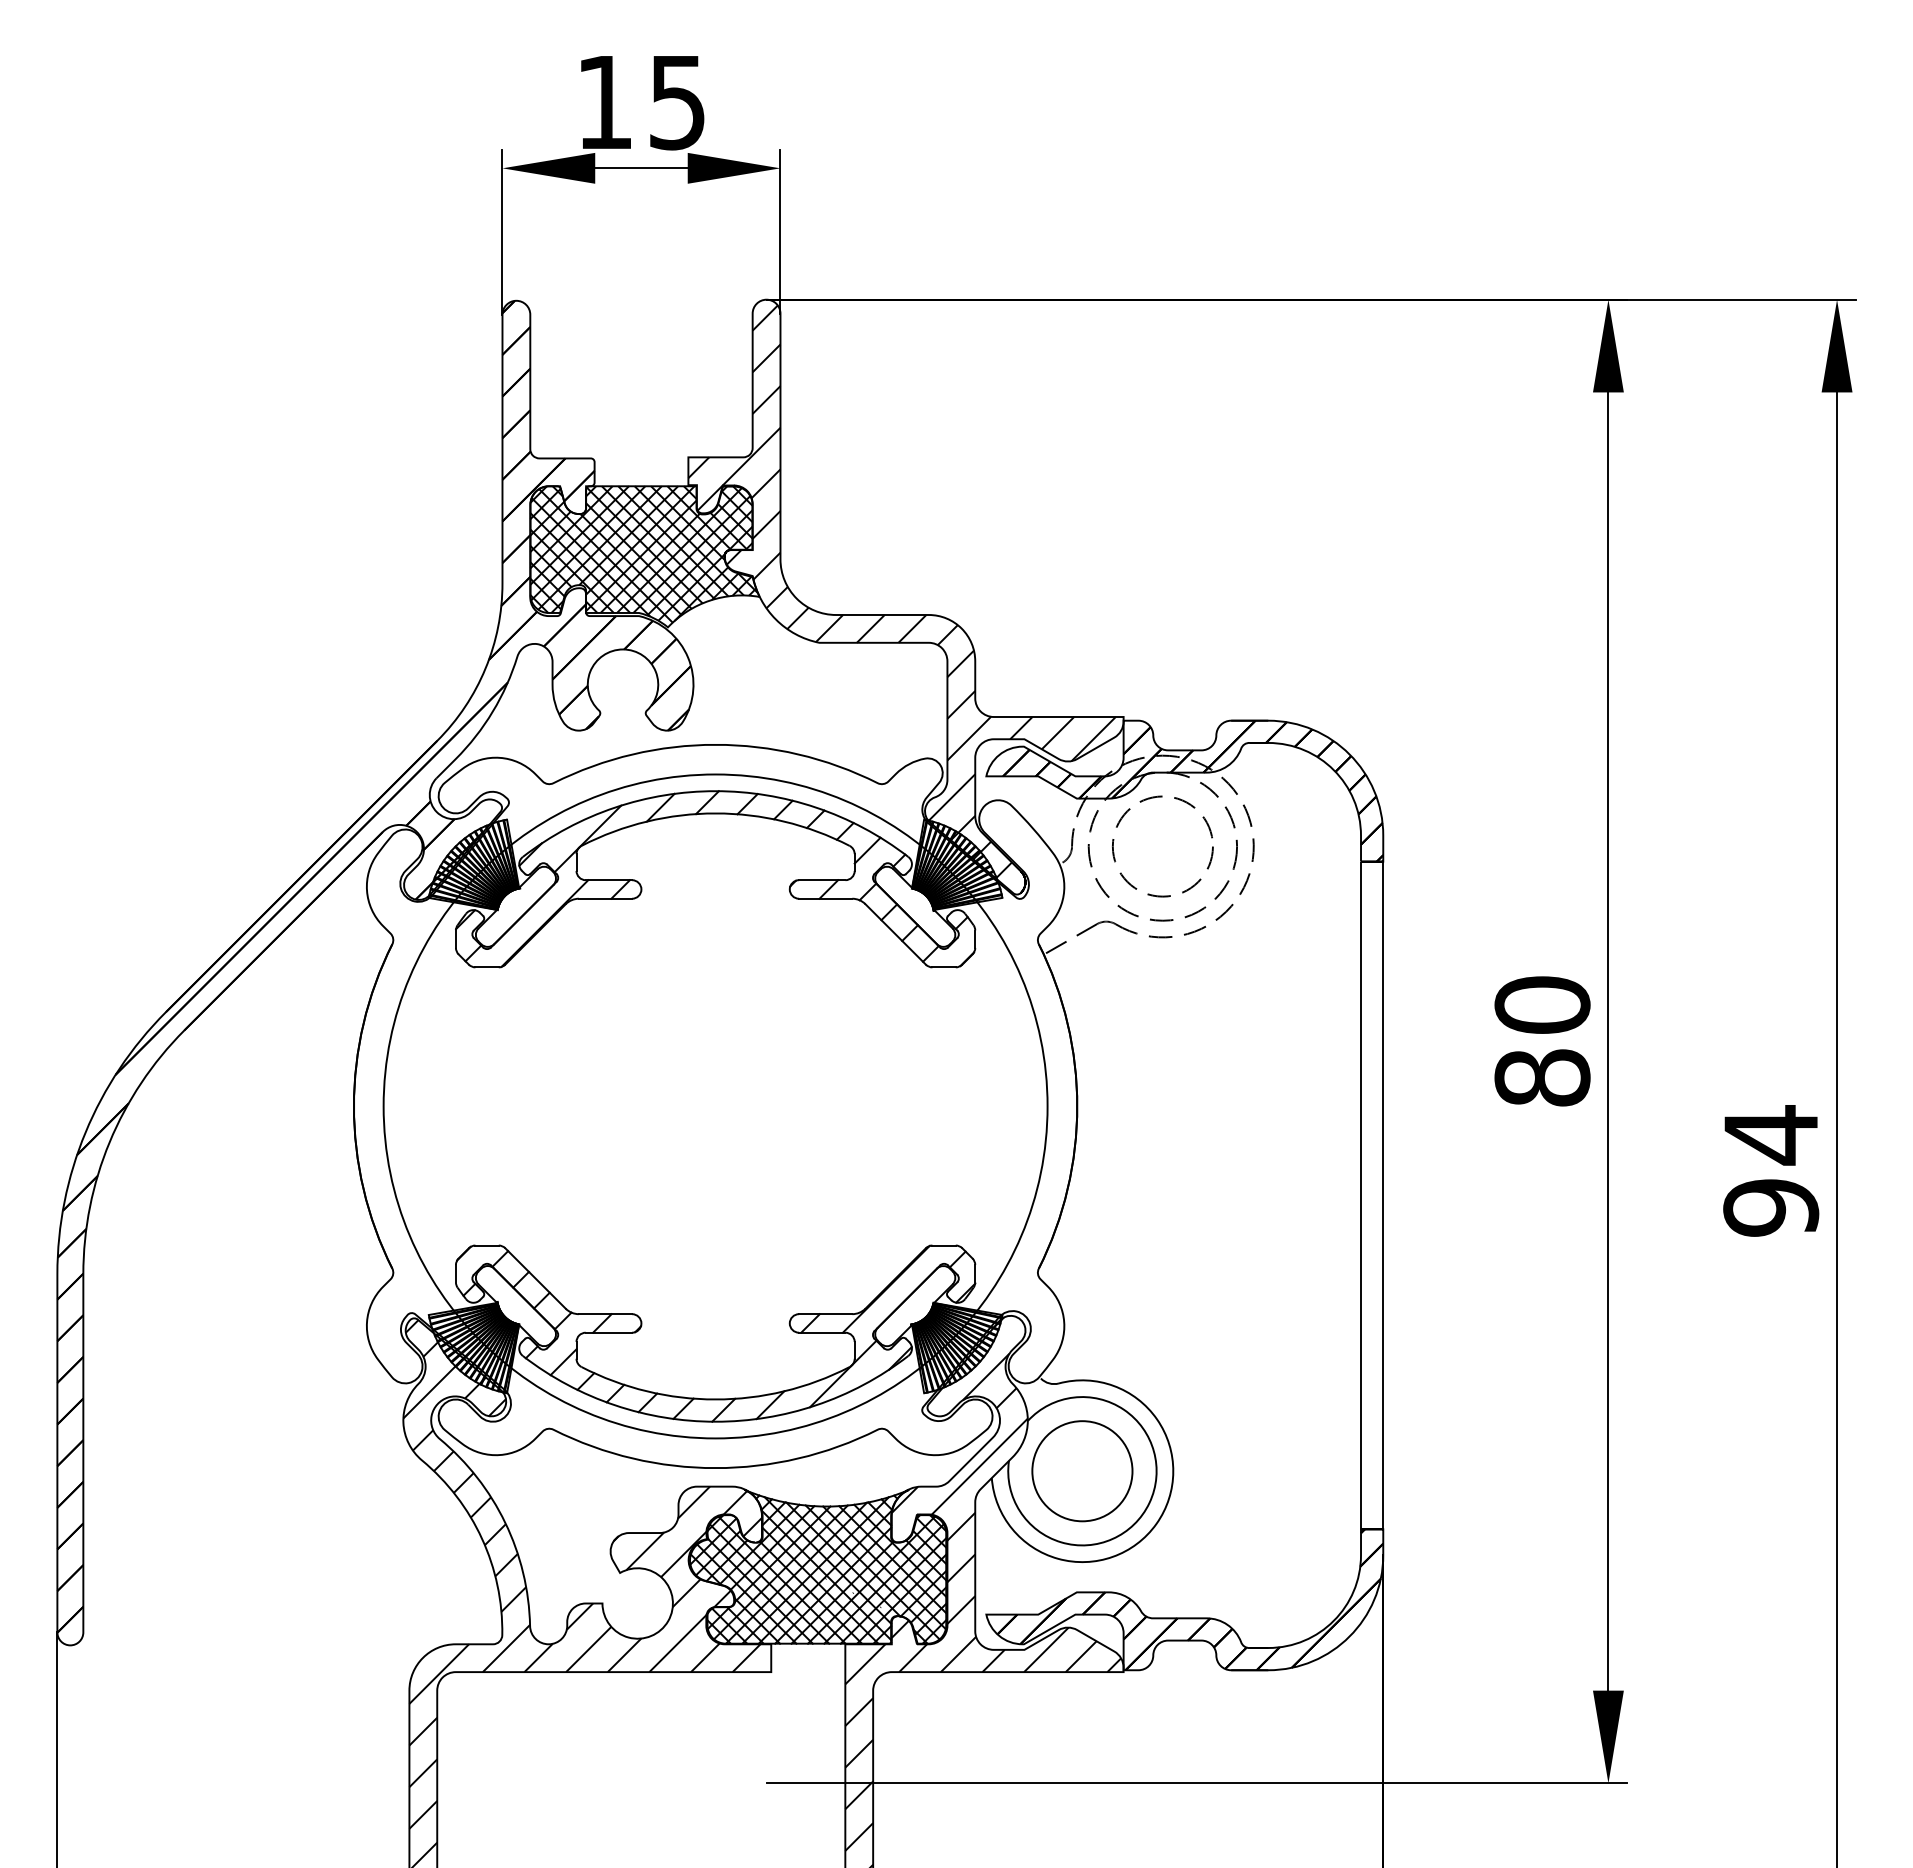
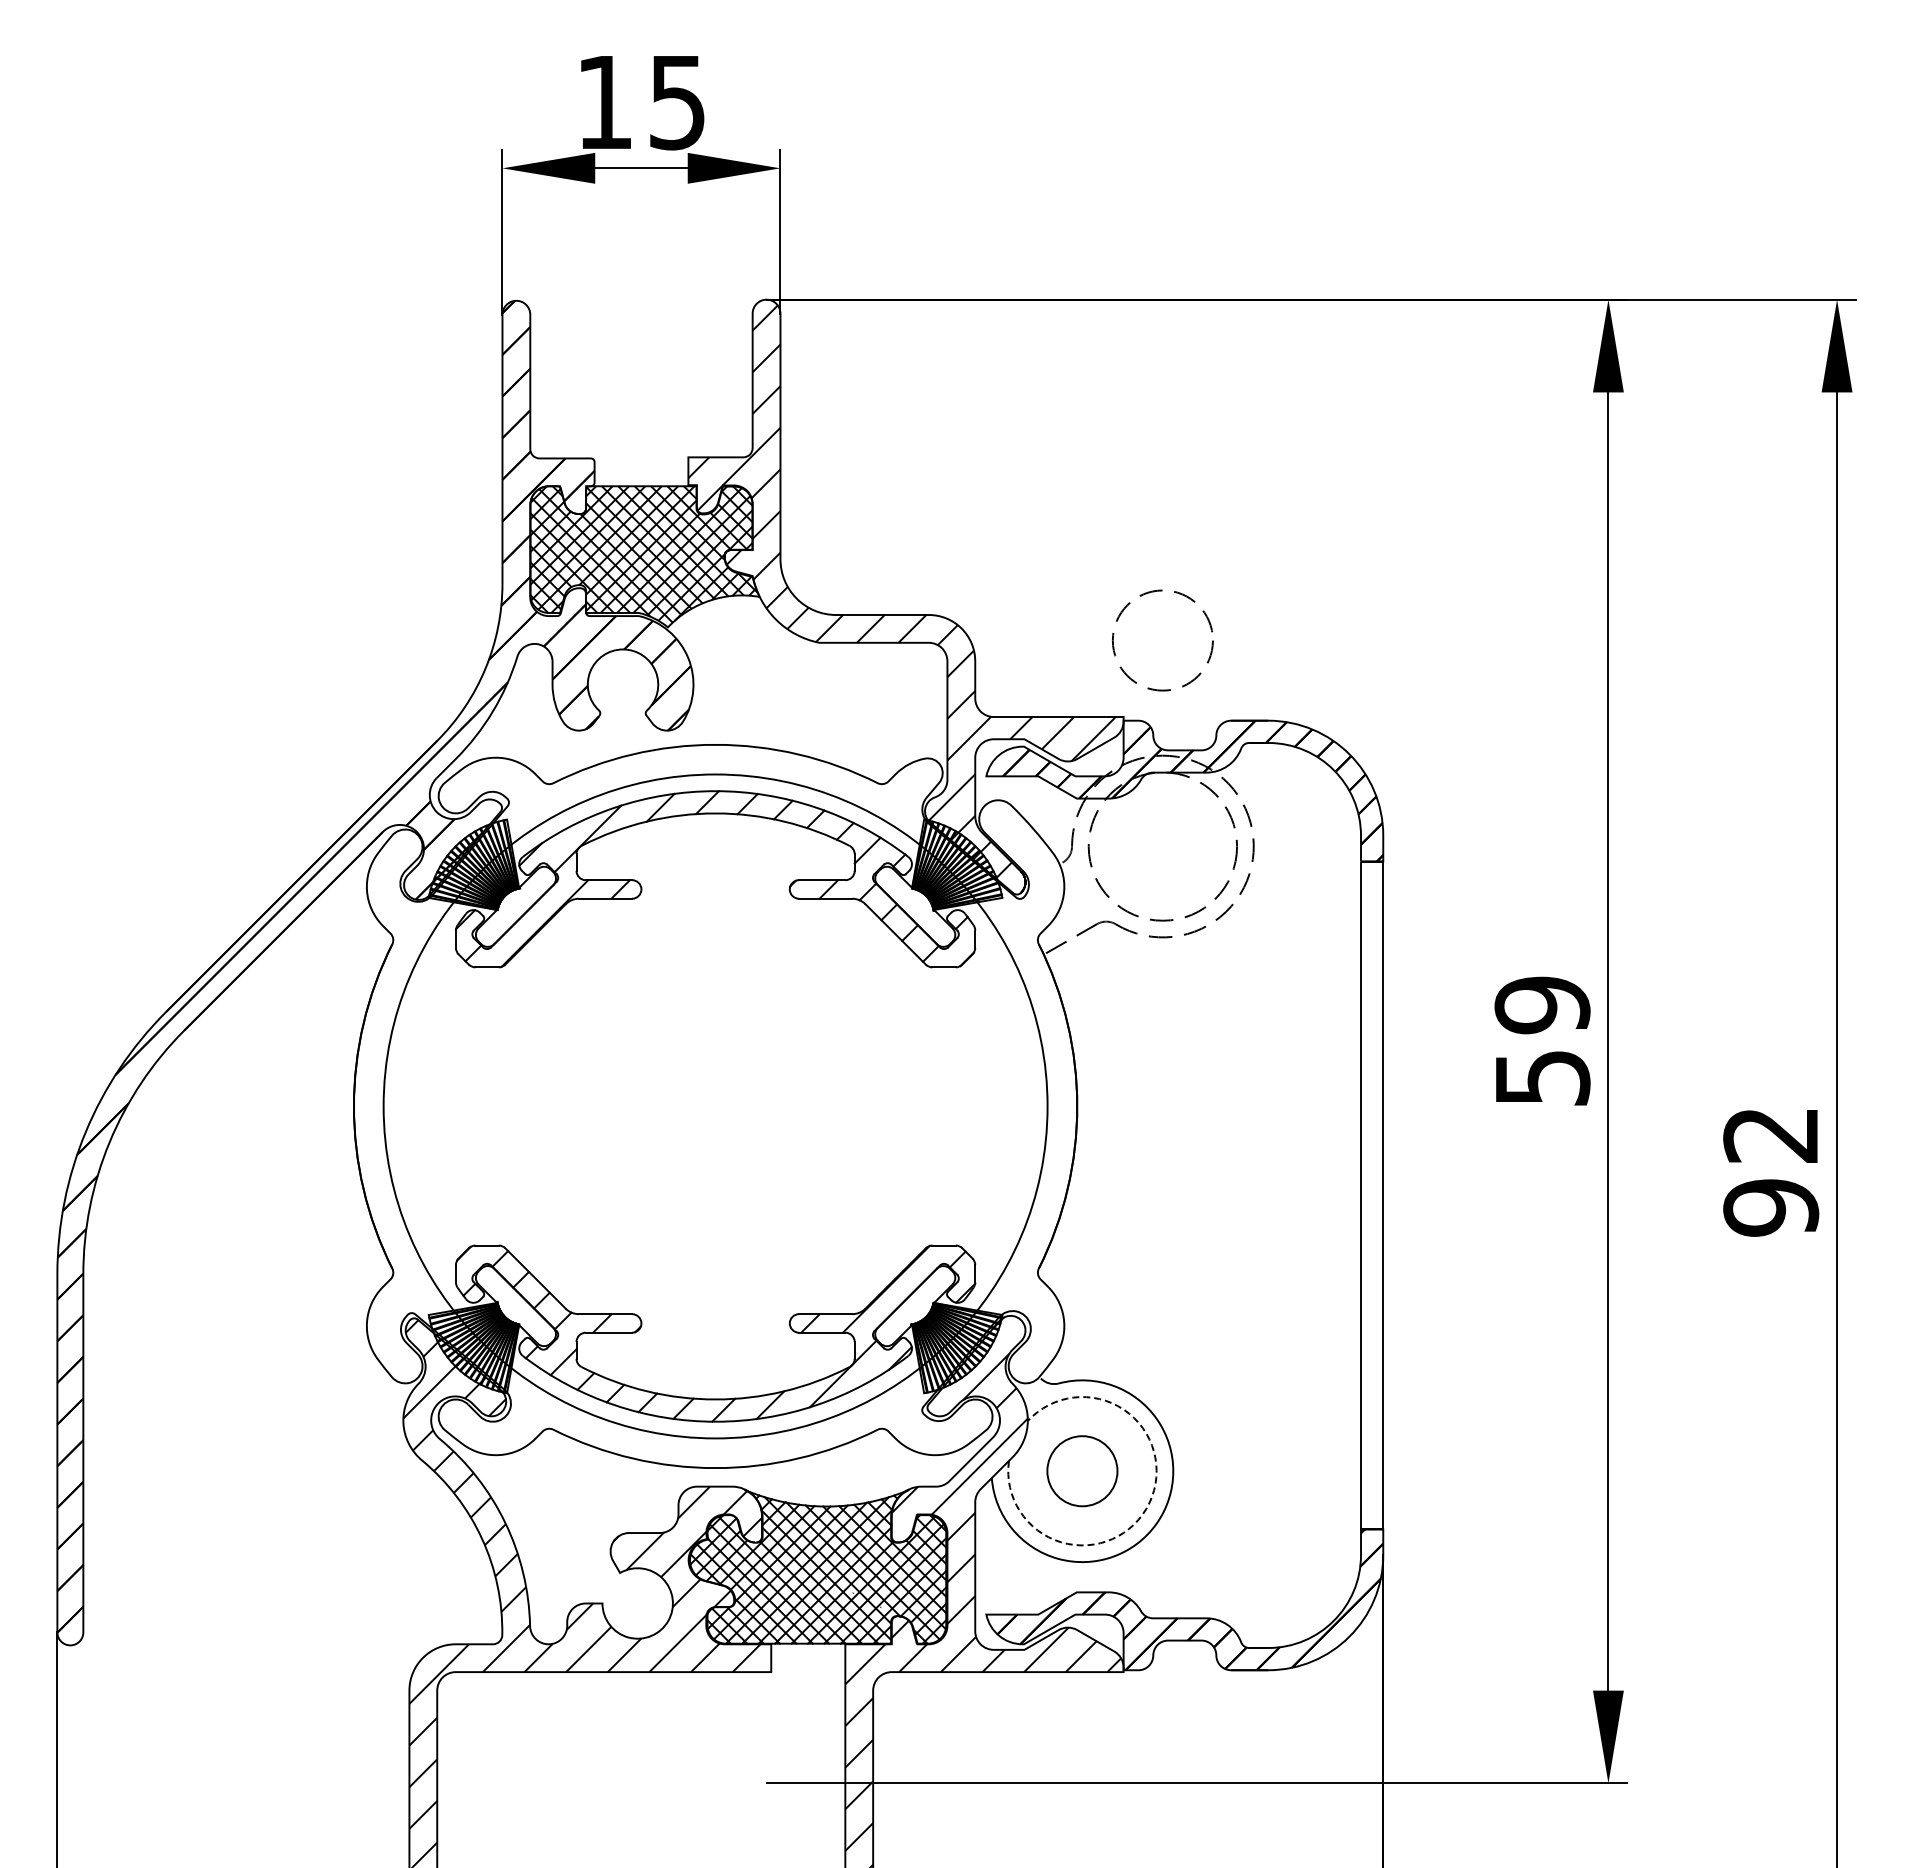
circle at (1162, 846) position: (1162, 846) -> (1162, 640)
text at (1542, 1041): 80 -> 59
text at (1770, 1135): 94 -> 92
circle at (1082, 1471) diameter: 100 px -> 70 px
arc at (1149, 1502): solid -> dashed
